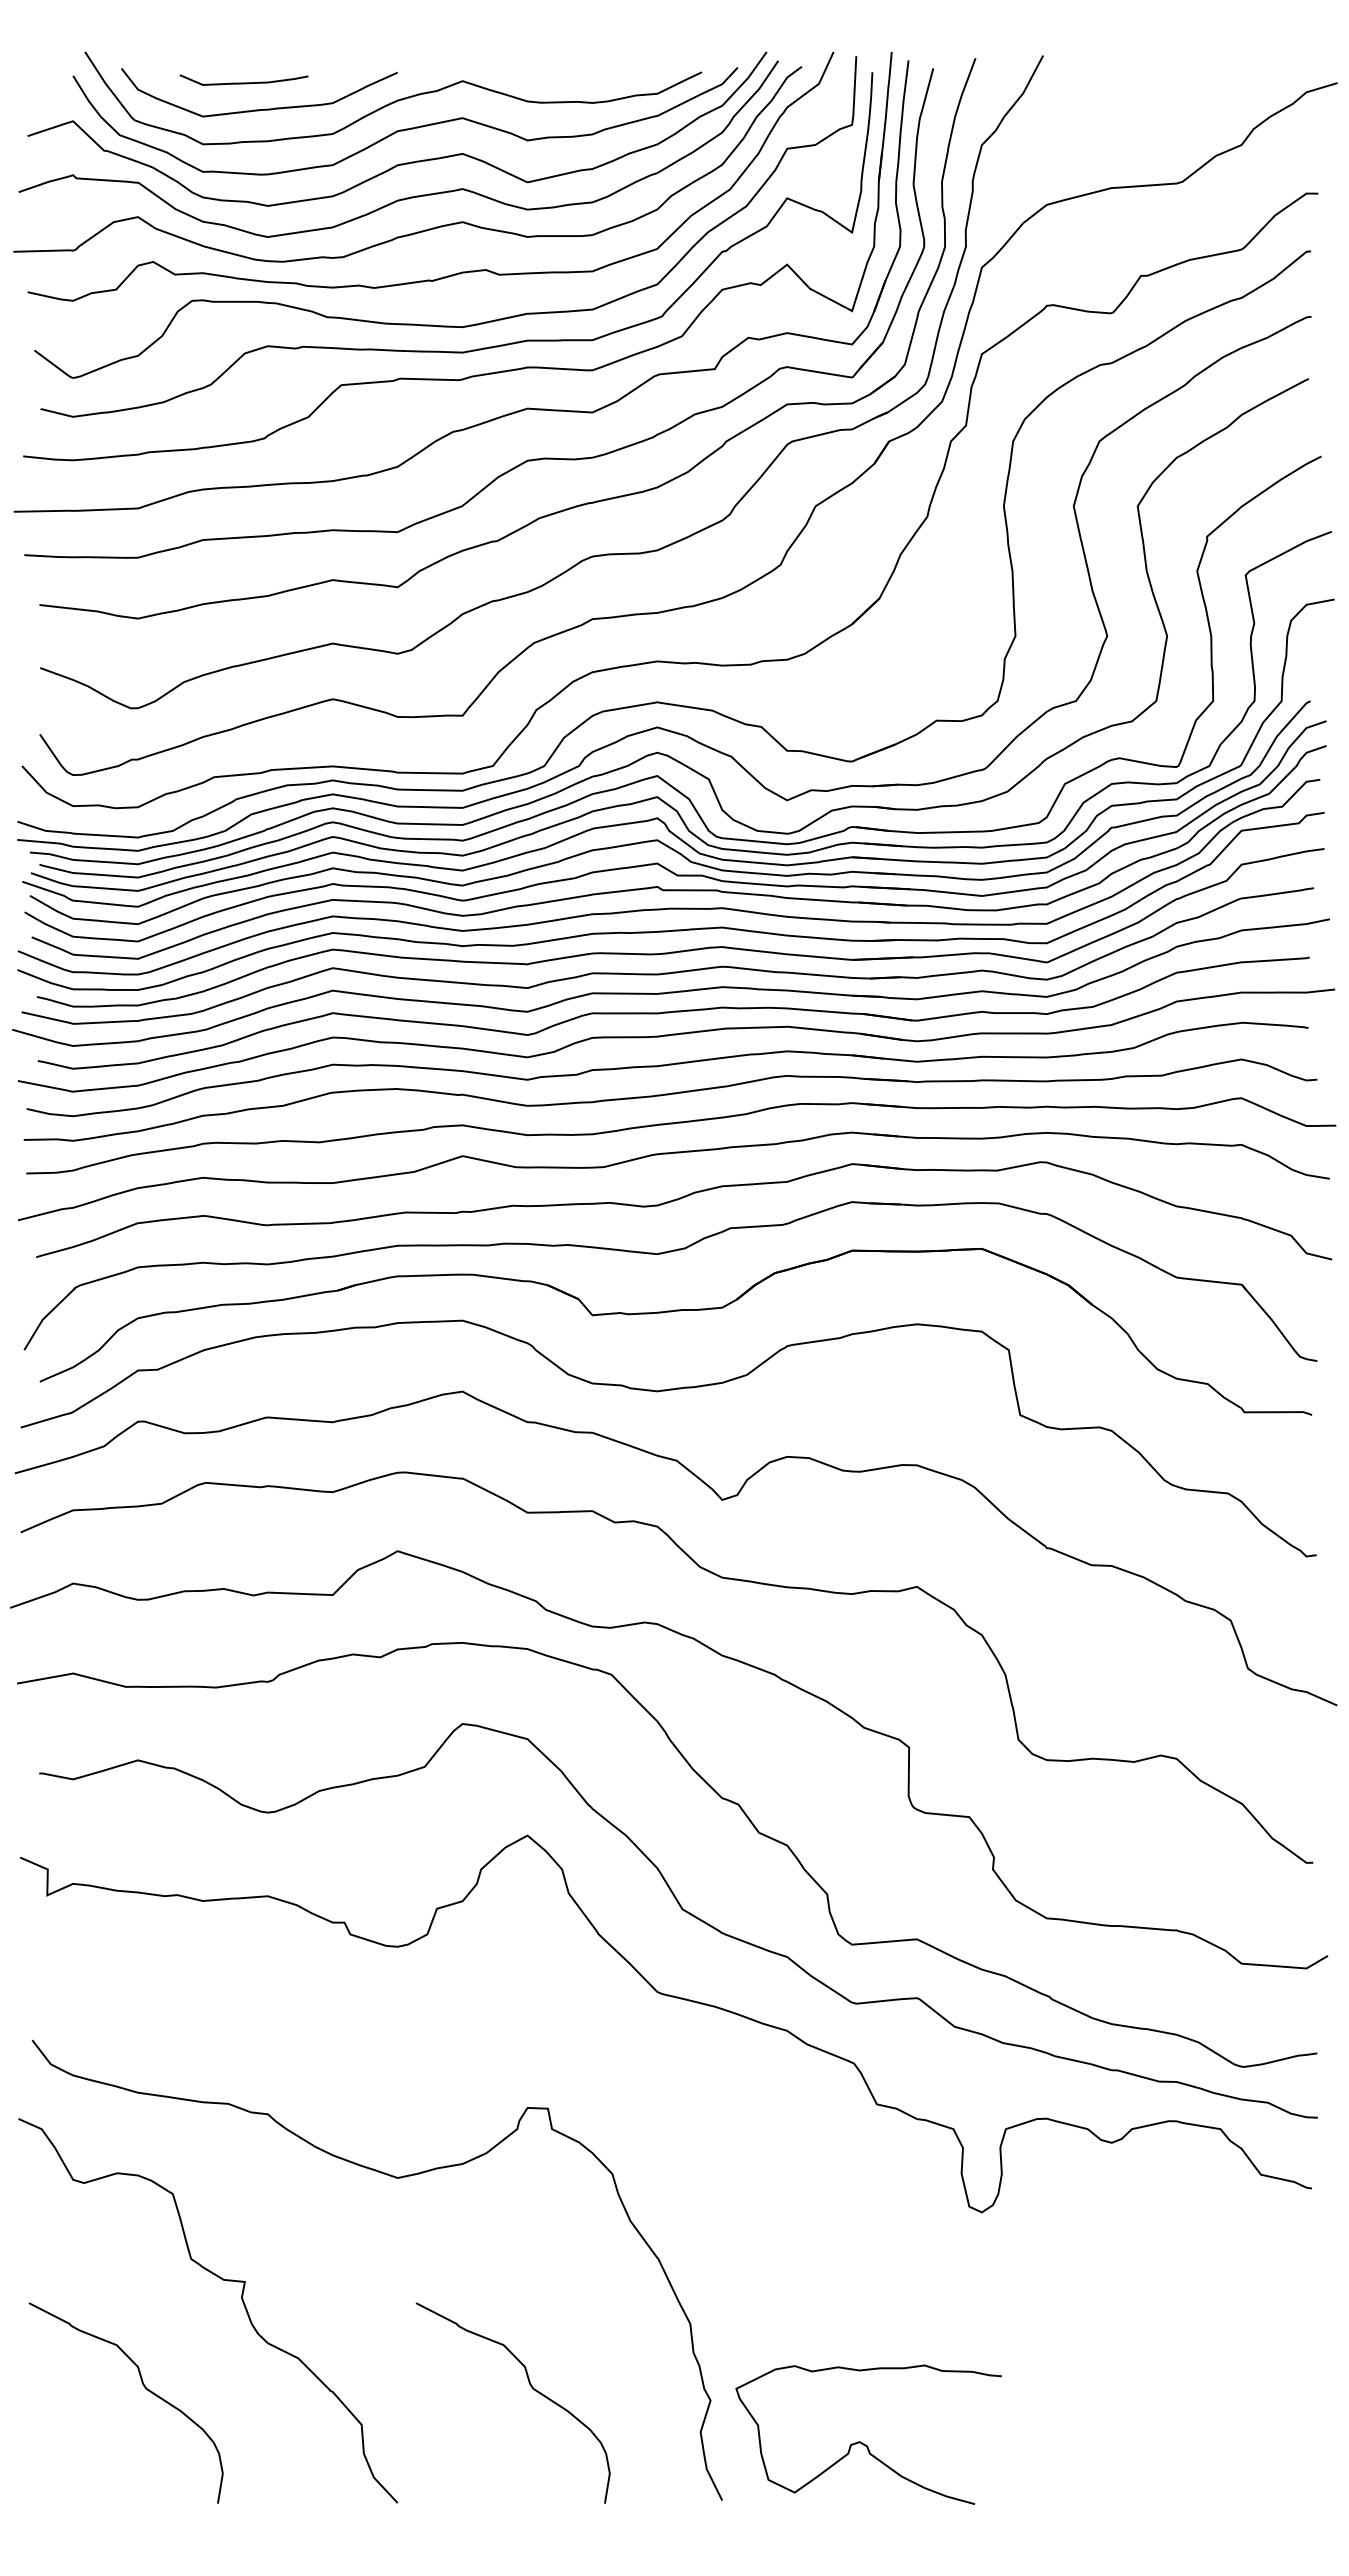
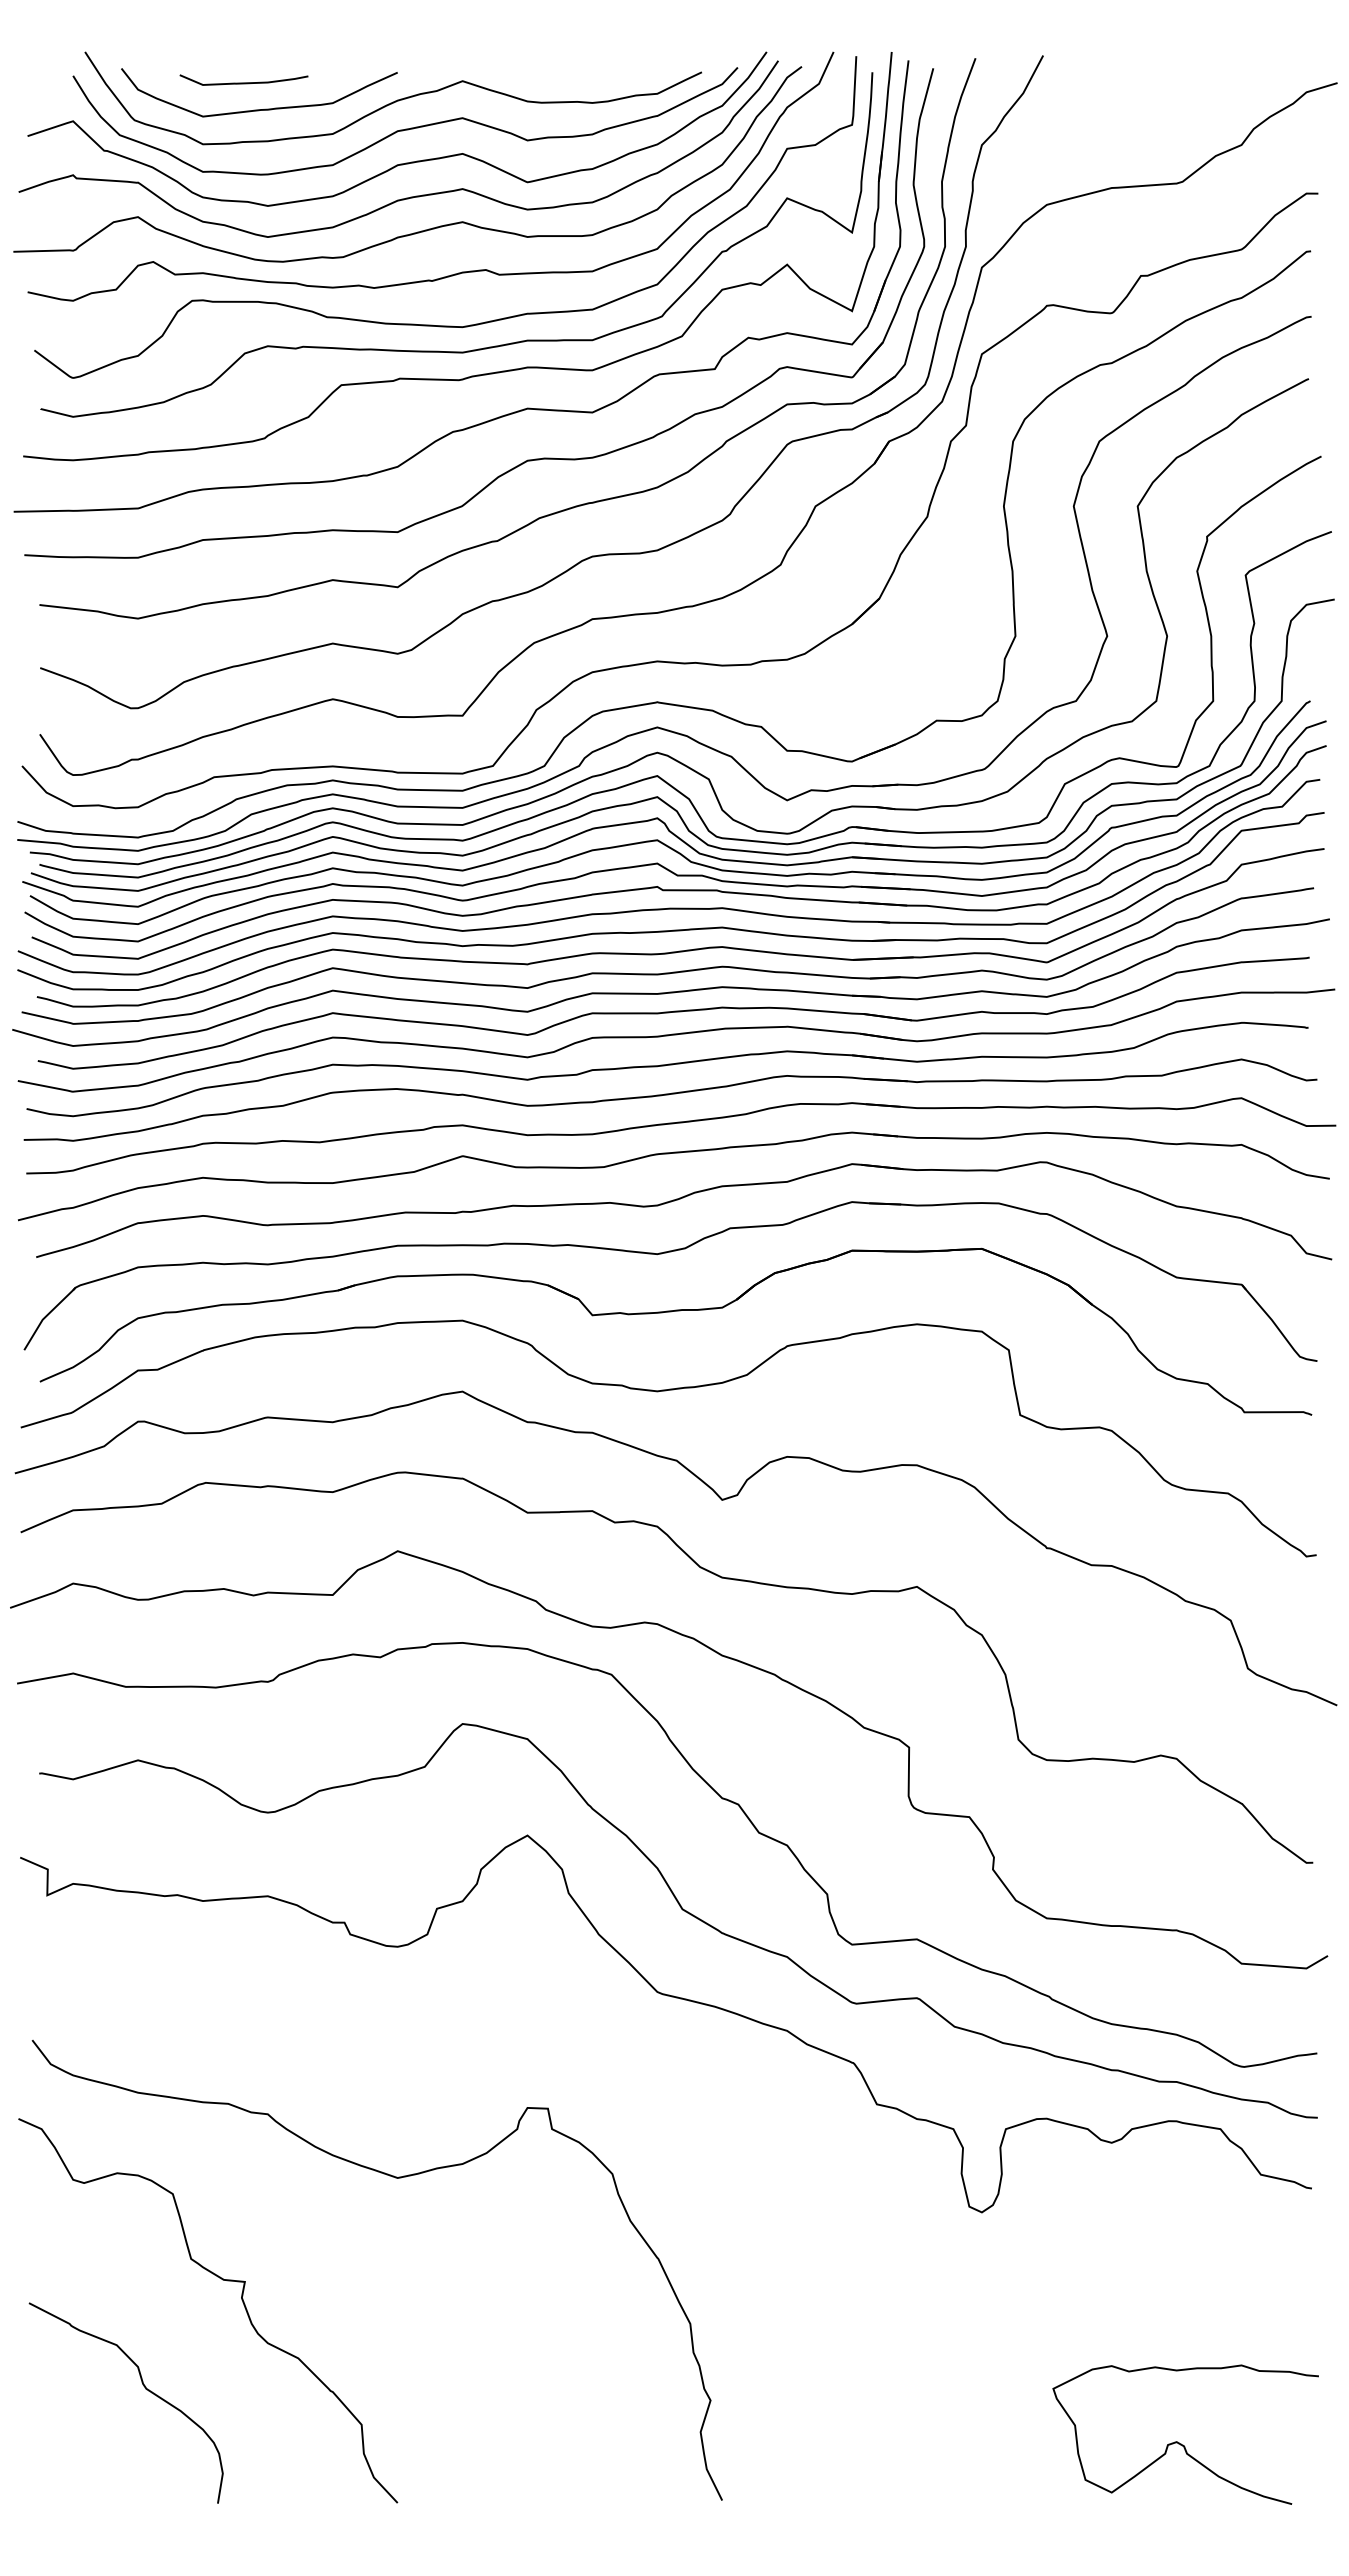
curve at (532, 2389): present -> none
curve at (864, 2443) position: (864, 2443) -> (1181, 2443)
